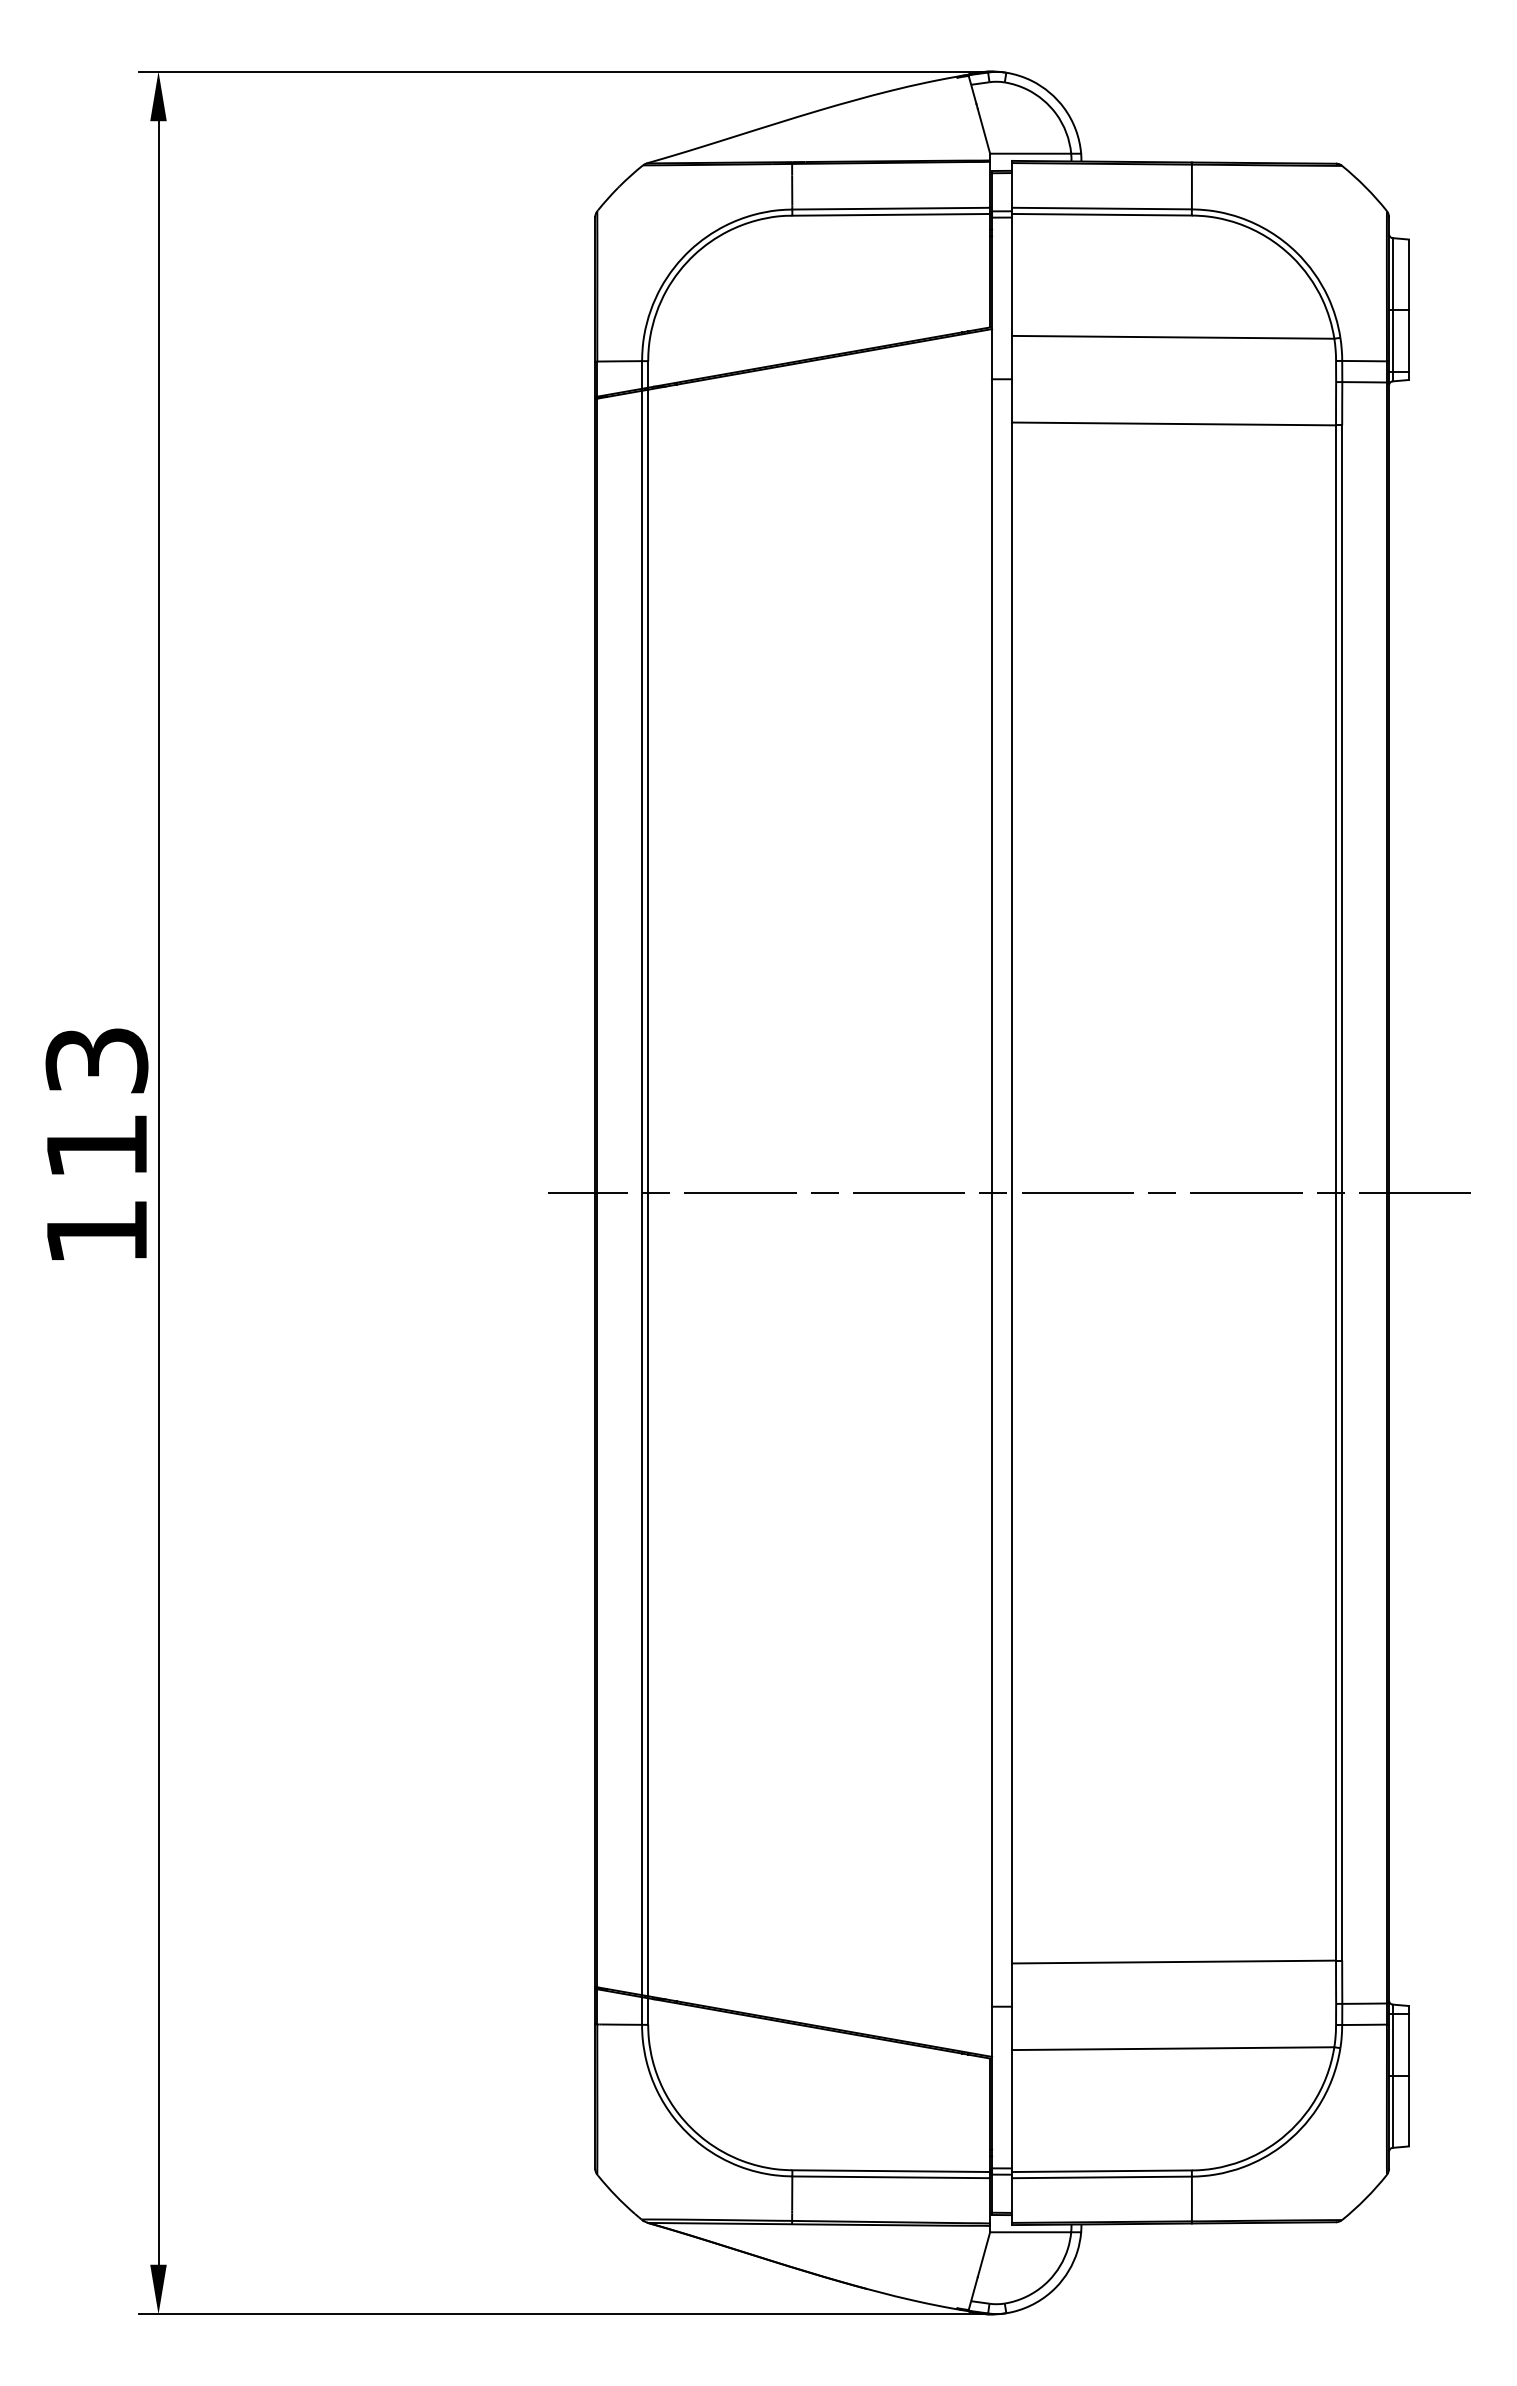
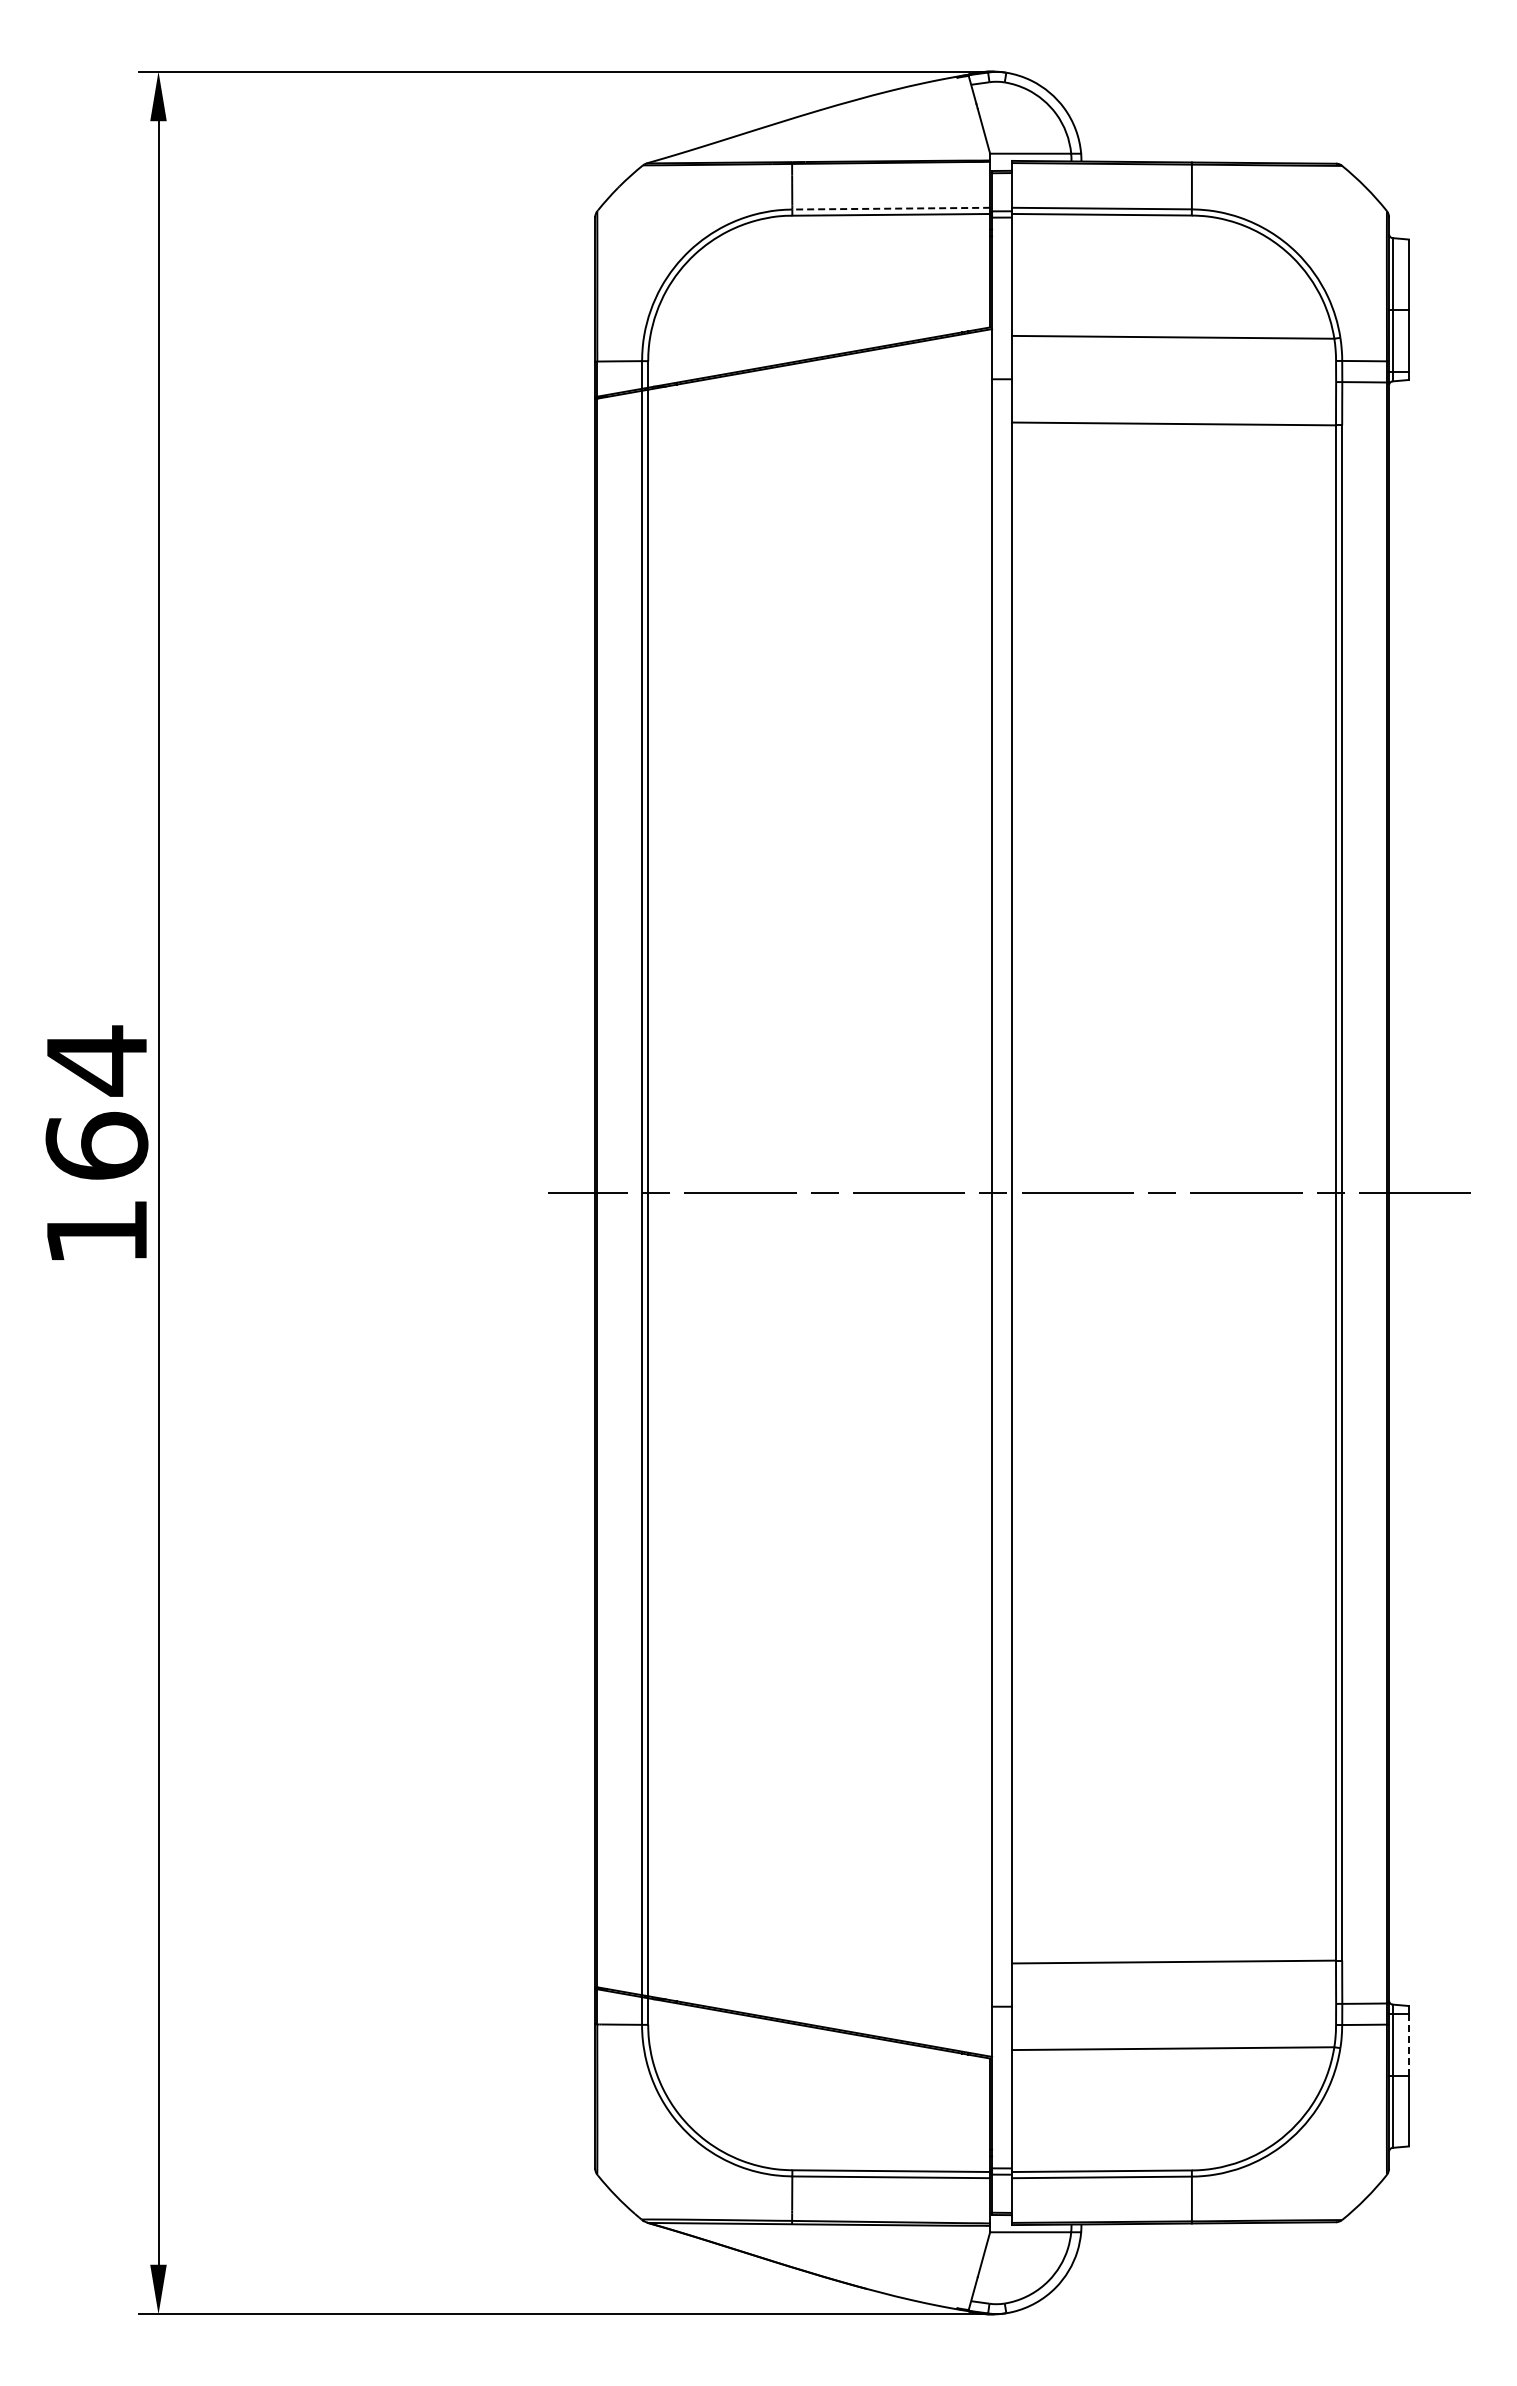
line at (891, 208): solid -> dashed
text at (96, 1102): 113 -> 164
line at (1408, 2045): solid -> dashed
